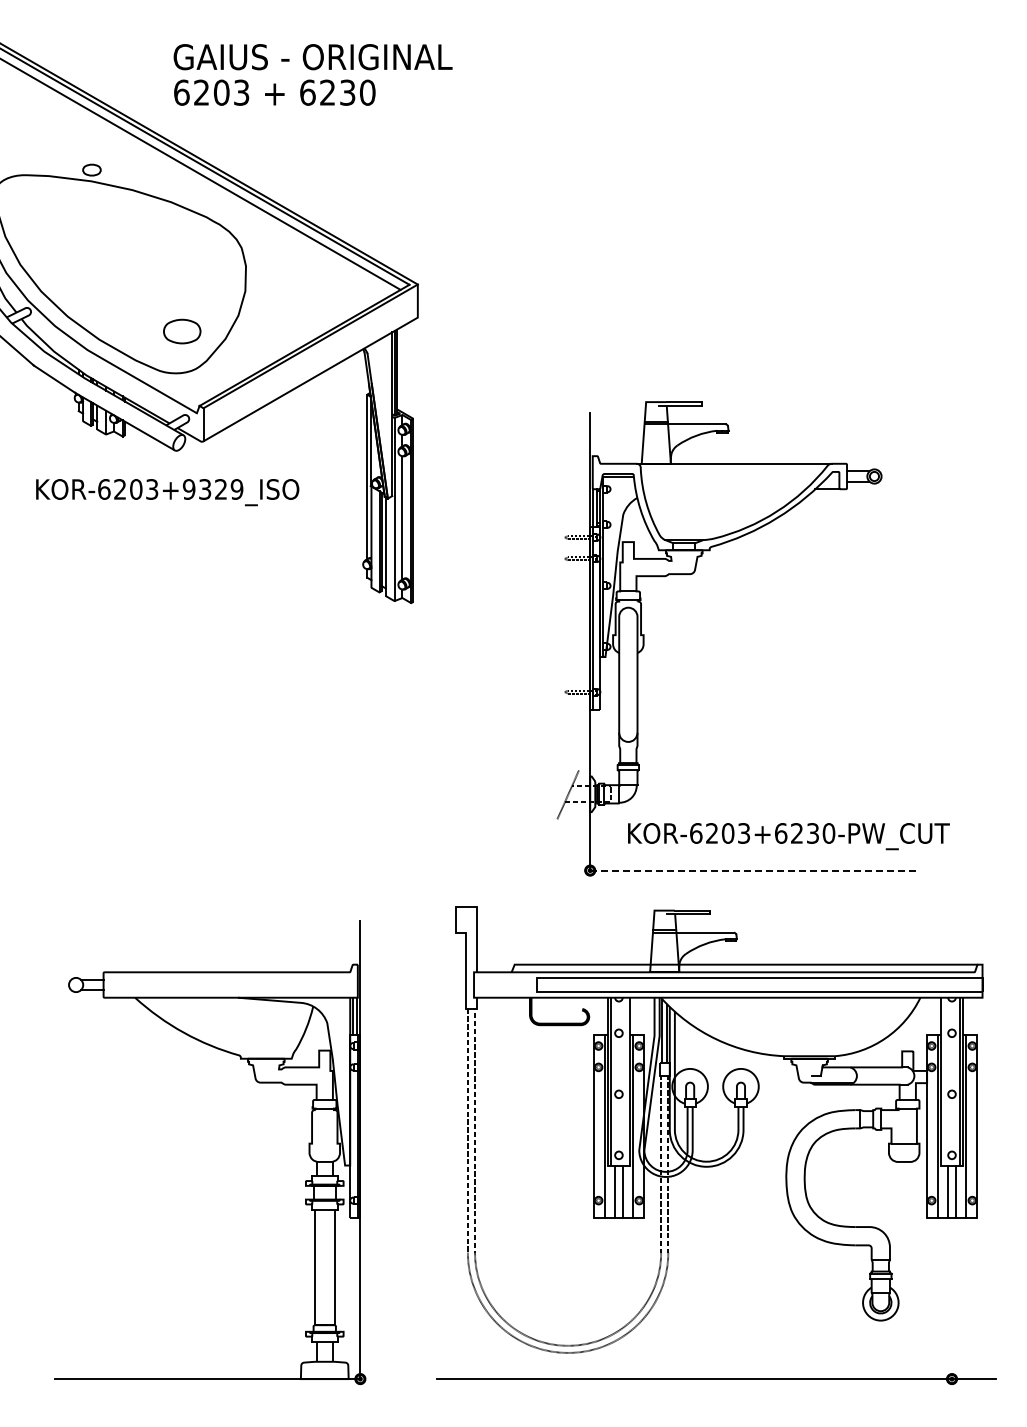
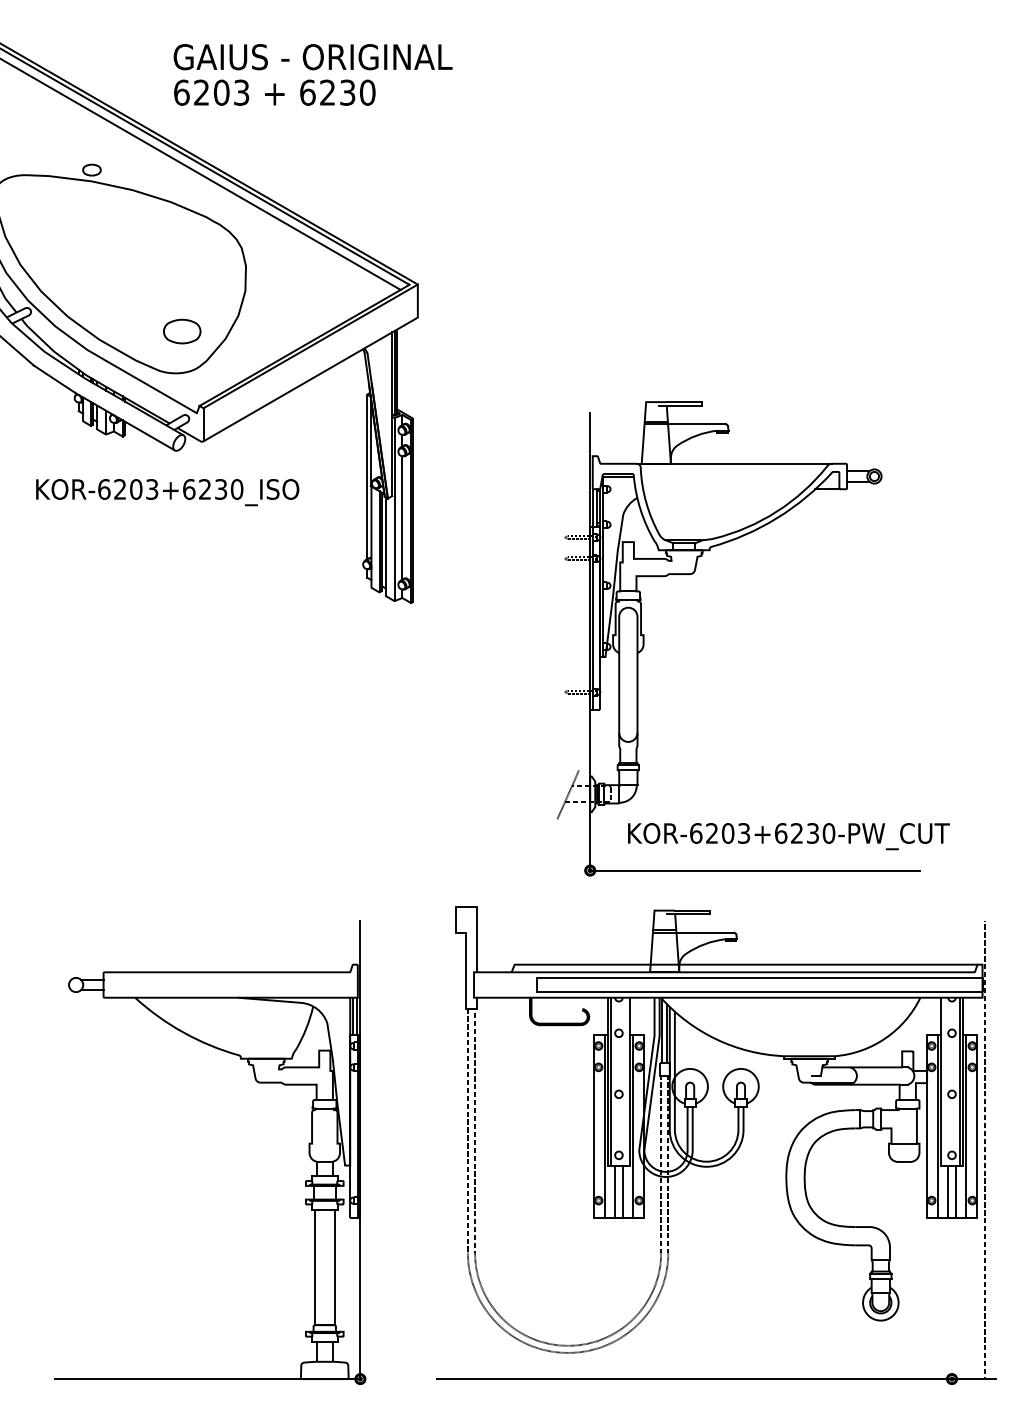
text at (212, 489): KOR-6203+9329_ISO -> KOR-6203+6230_ISO
line at (754, 870): dashed -> solid
line at (985, 1150): none -> present
